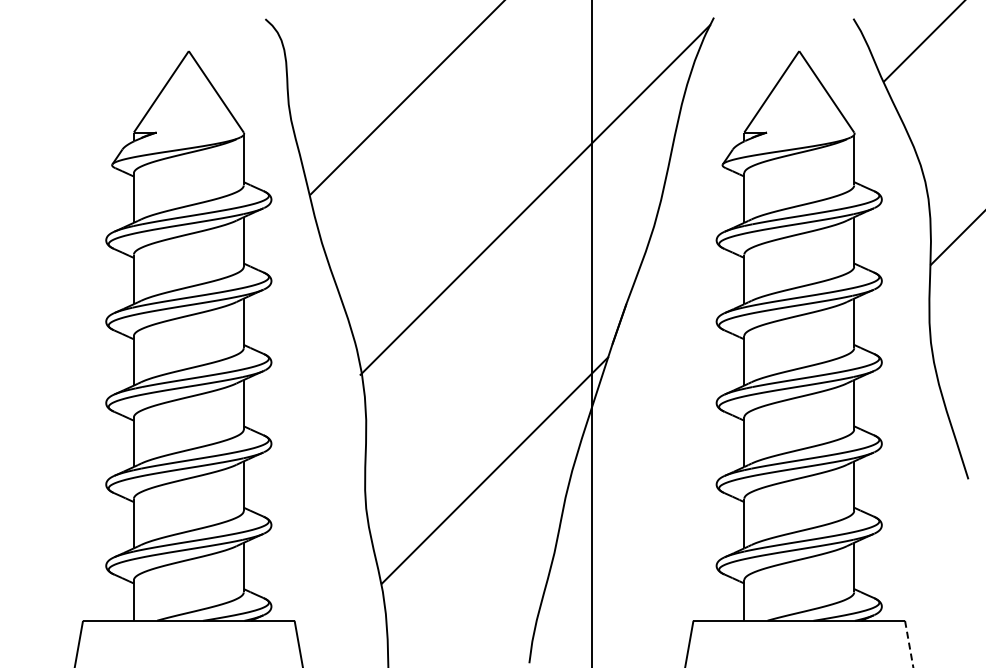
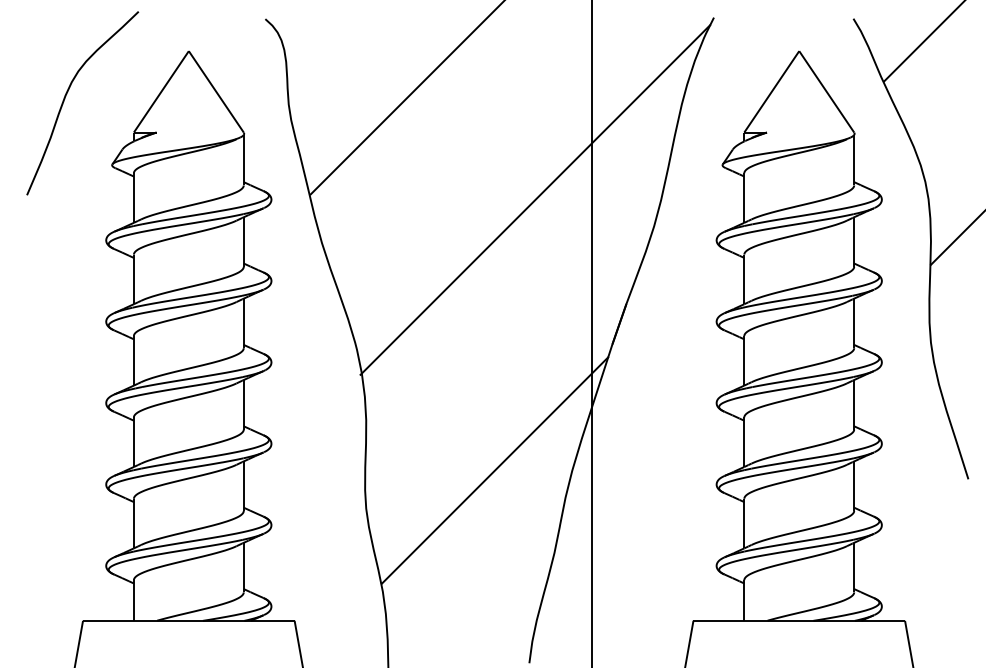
curve at (66, 96): none -> present
line at (909, 644): dashed -> solid
